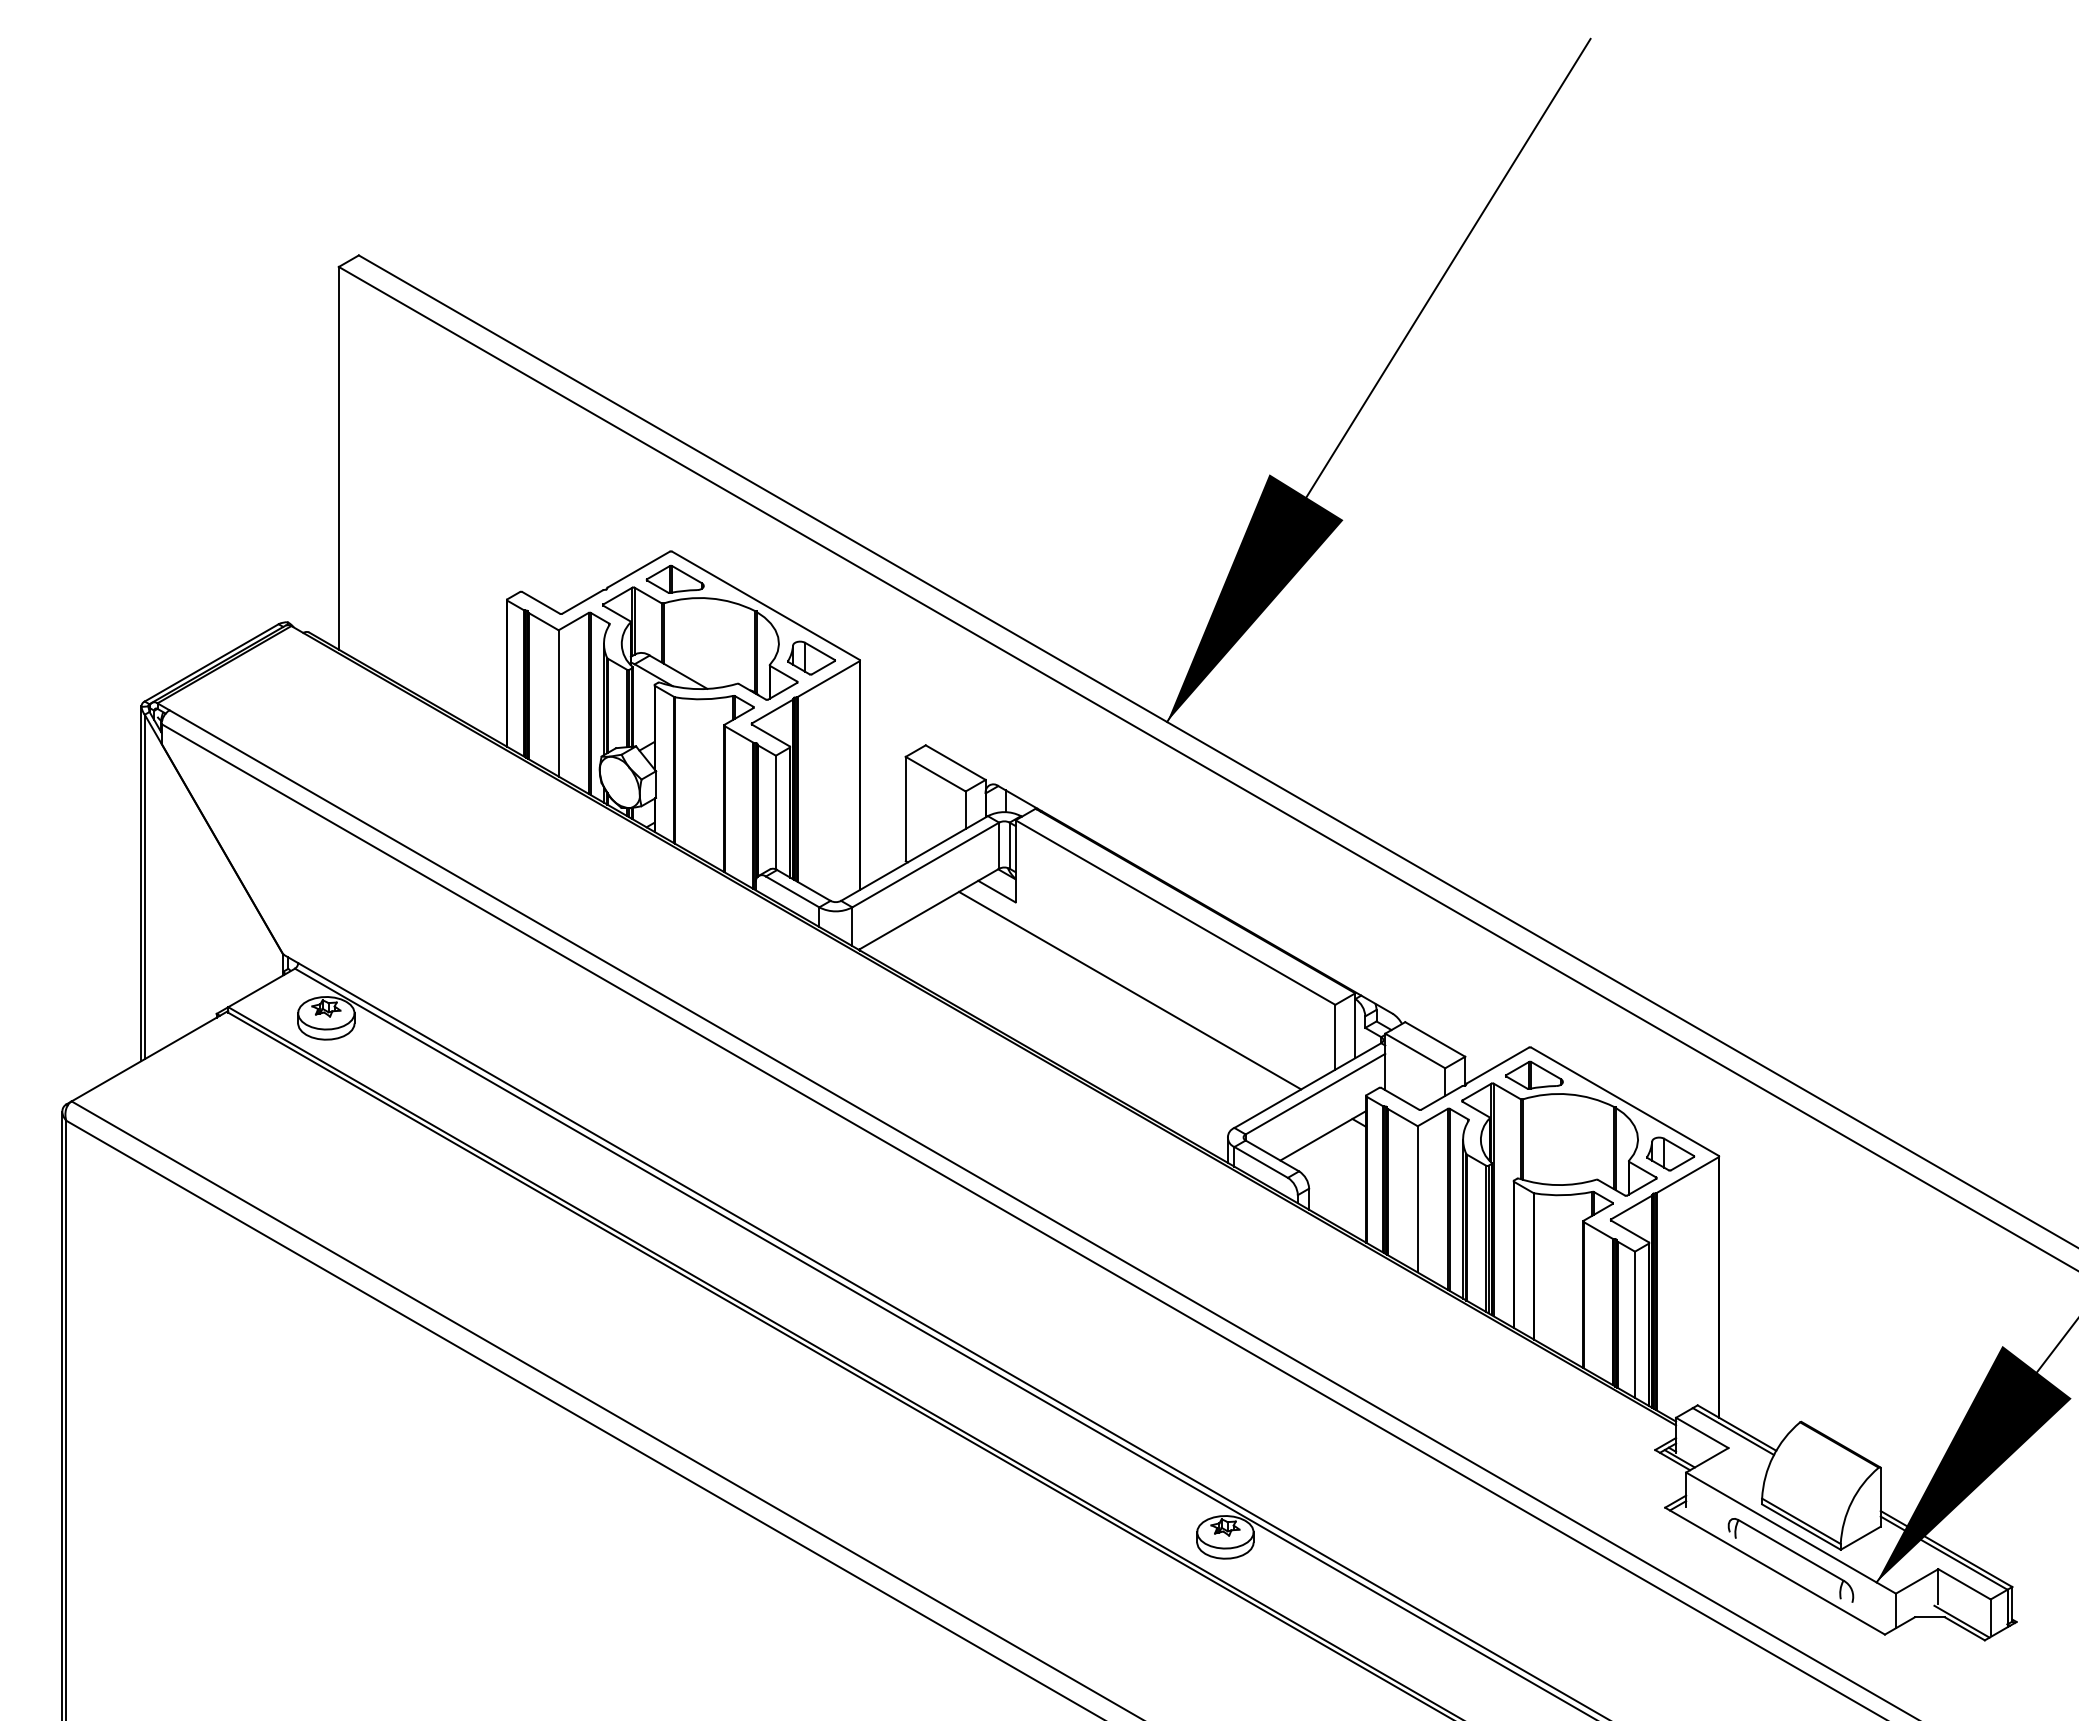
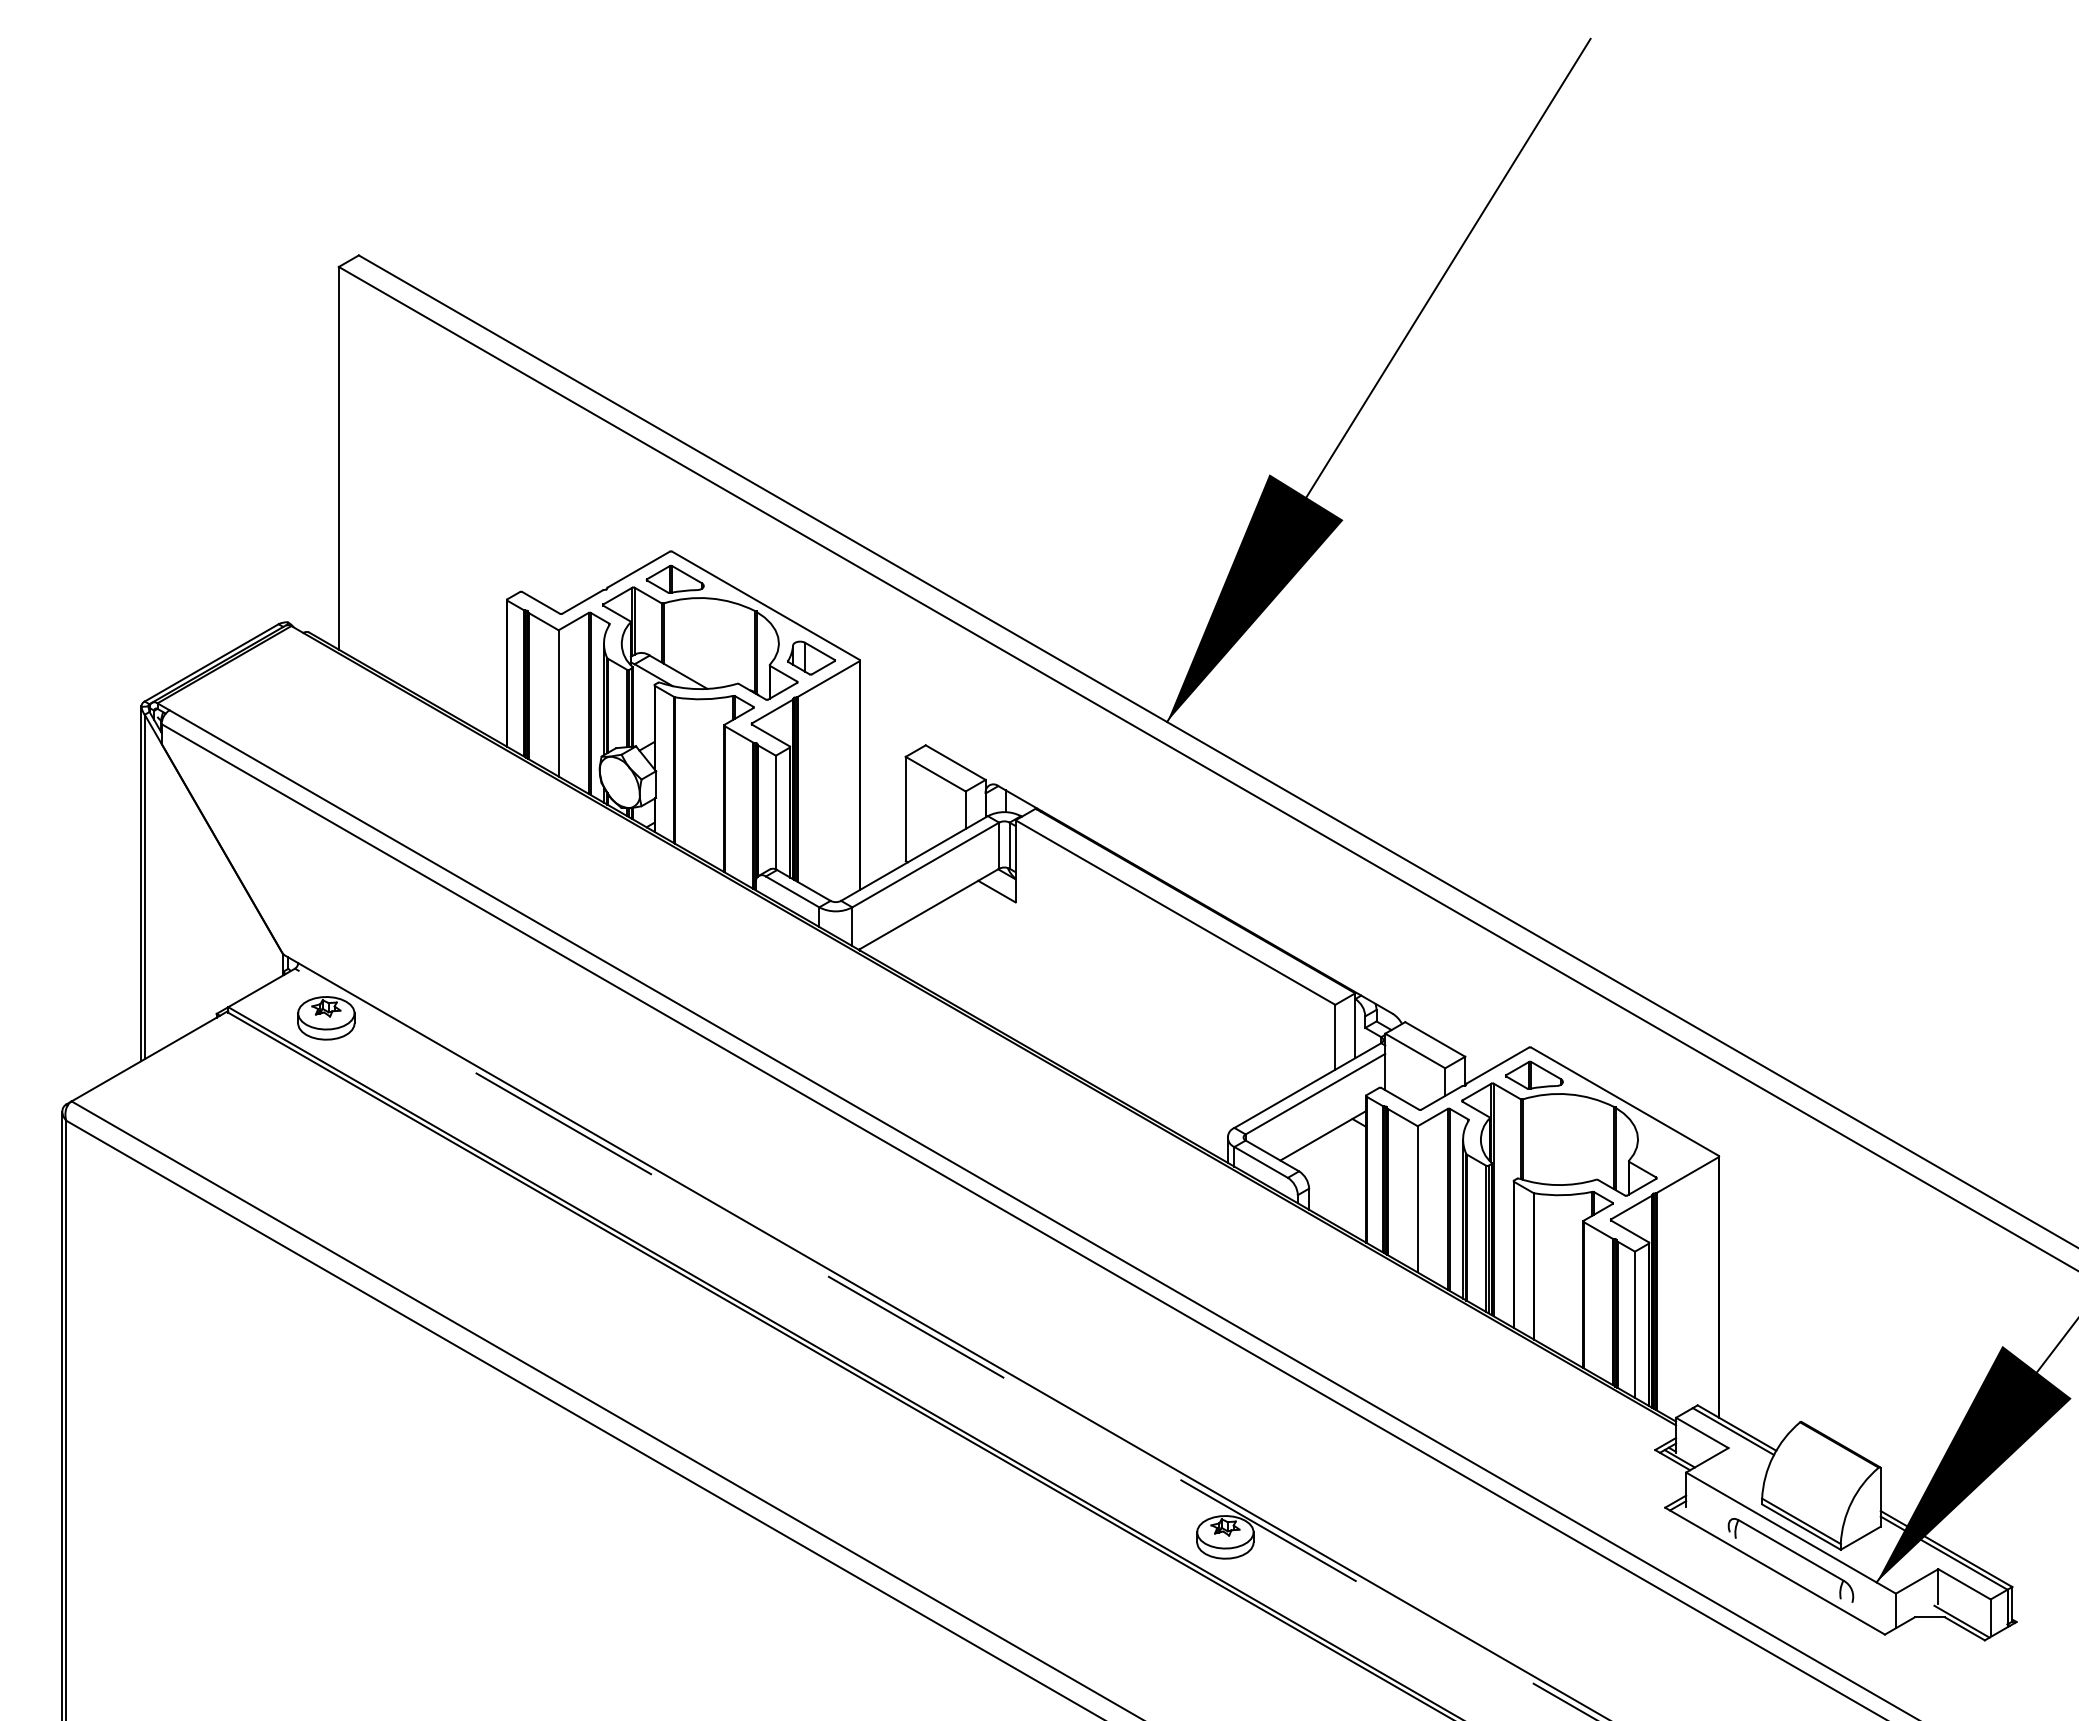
line at (1130, 990): present -> none
part at (1670, 1153): present -> none
line at (946, 1344): solid -> dashed
